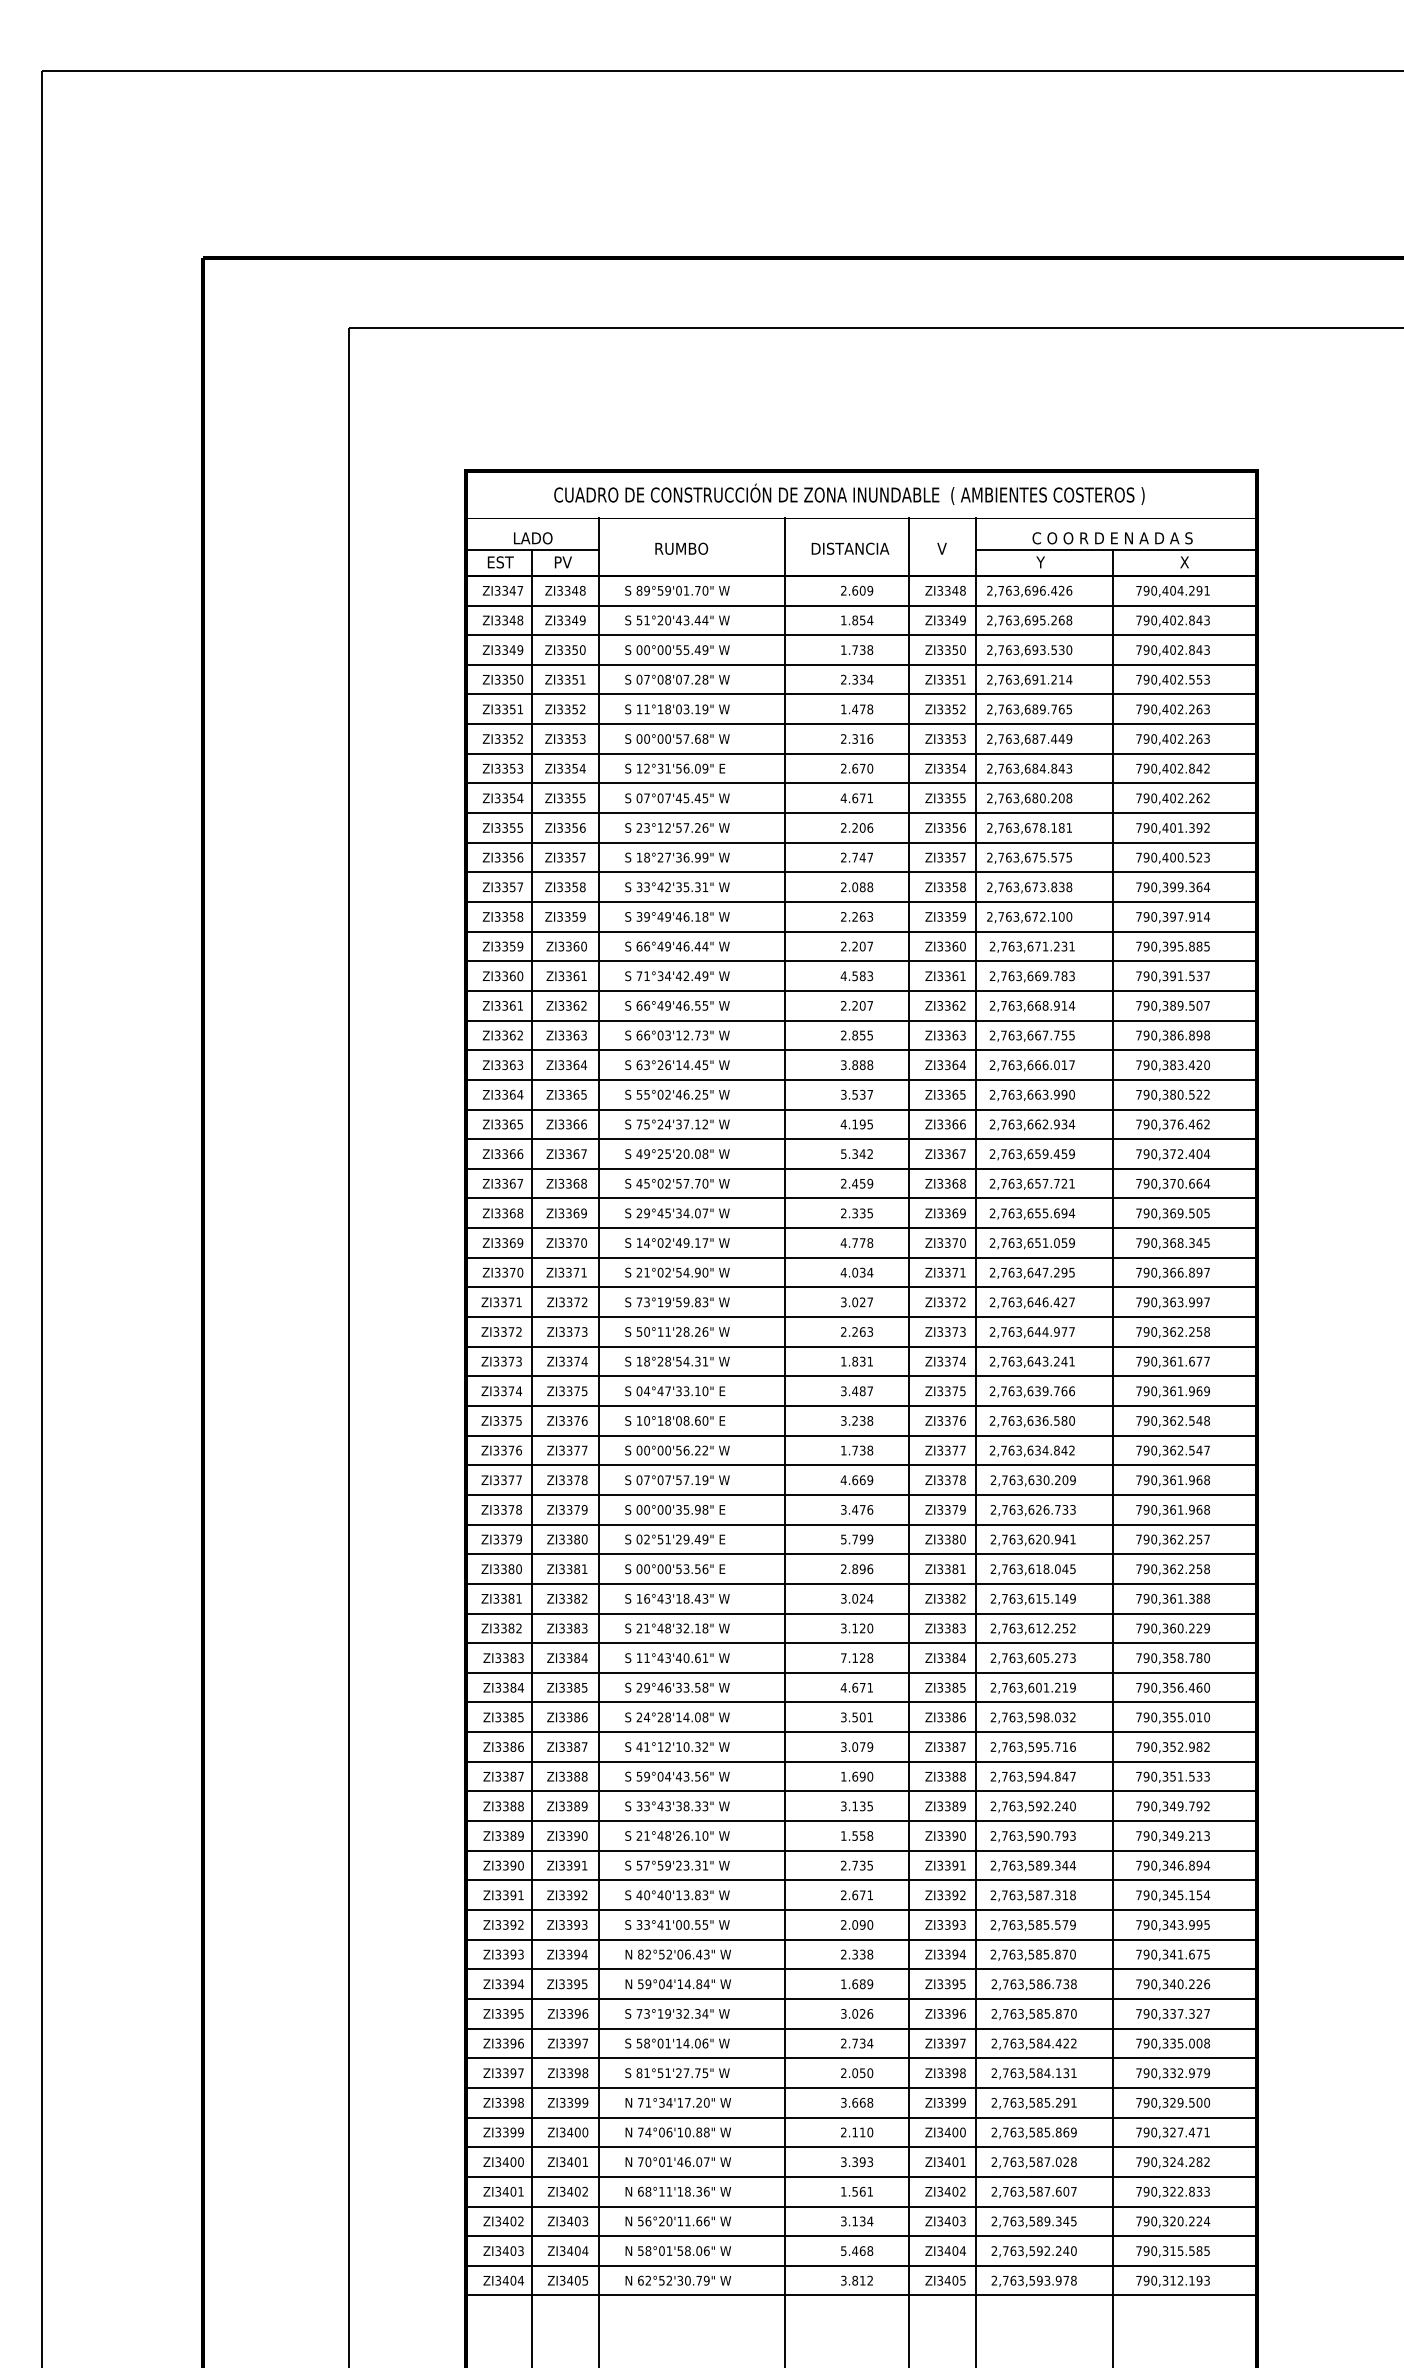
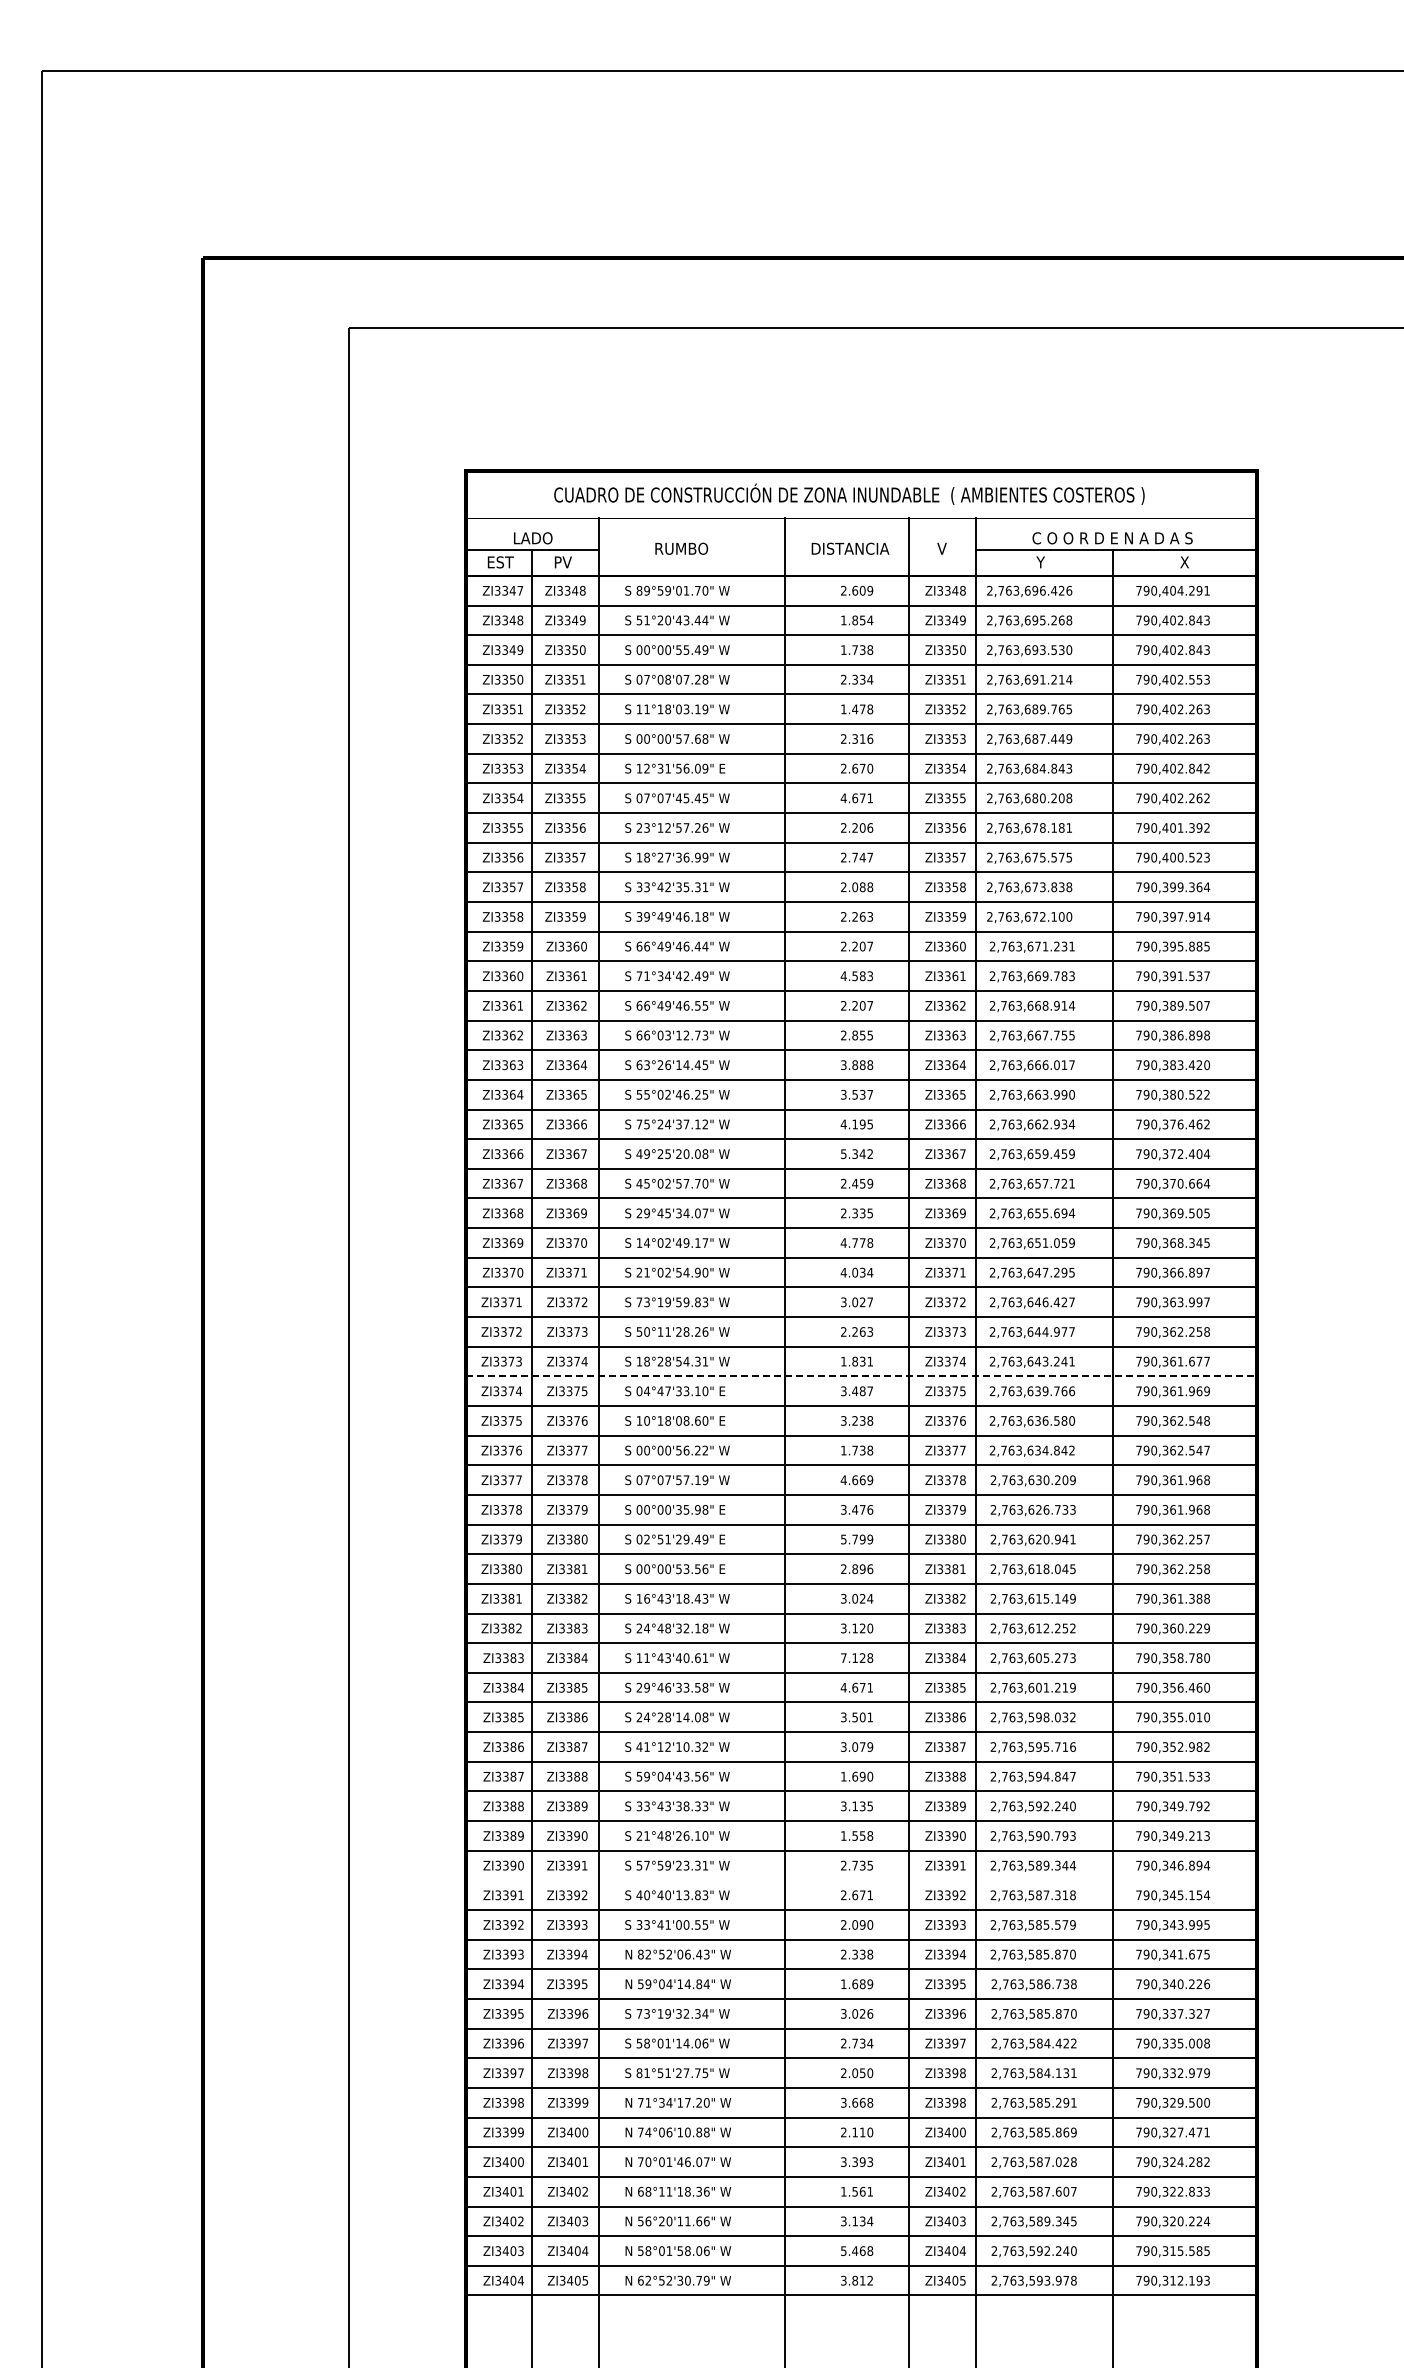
line at (861, 1376): solid -> dashed
text at (647, 1628): 21°48'32.18" -> 24°48'32.18"
line at (861, 1880): present -> none
text at (962, 2102): ZI3399 -> ZI3398
